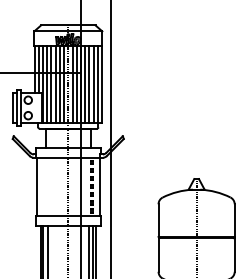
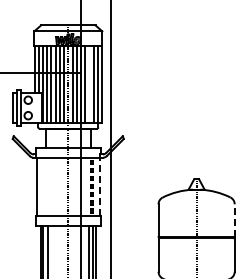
line at (89, 84): present -> none
line at (99, 186): solid -> dashed
line at (234, 220): solid -> dashed
